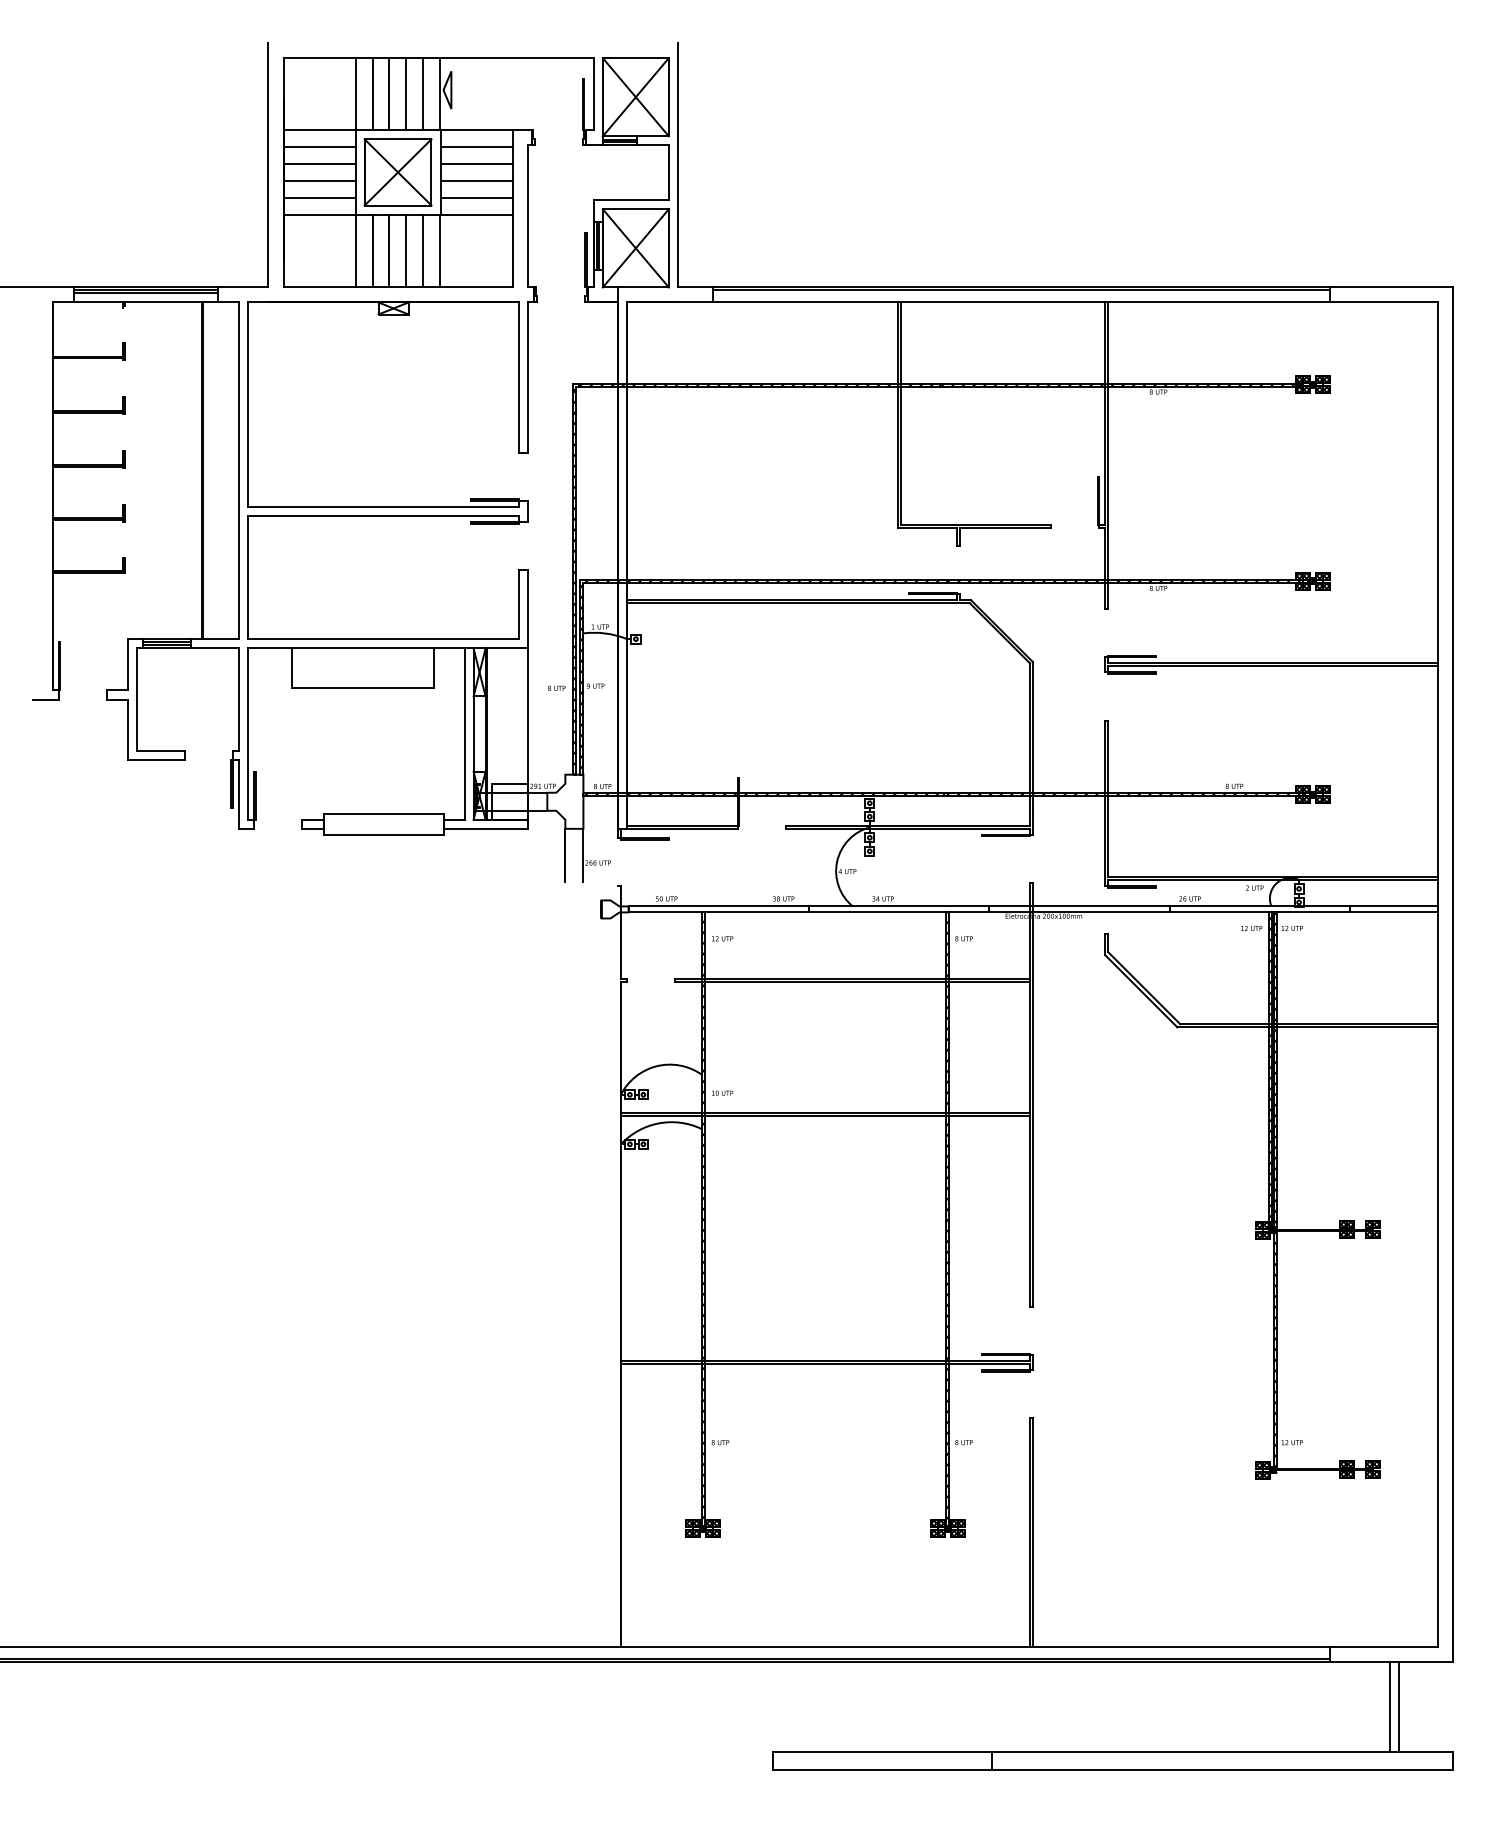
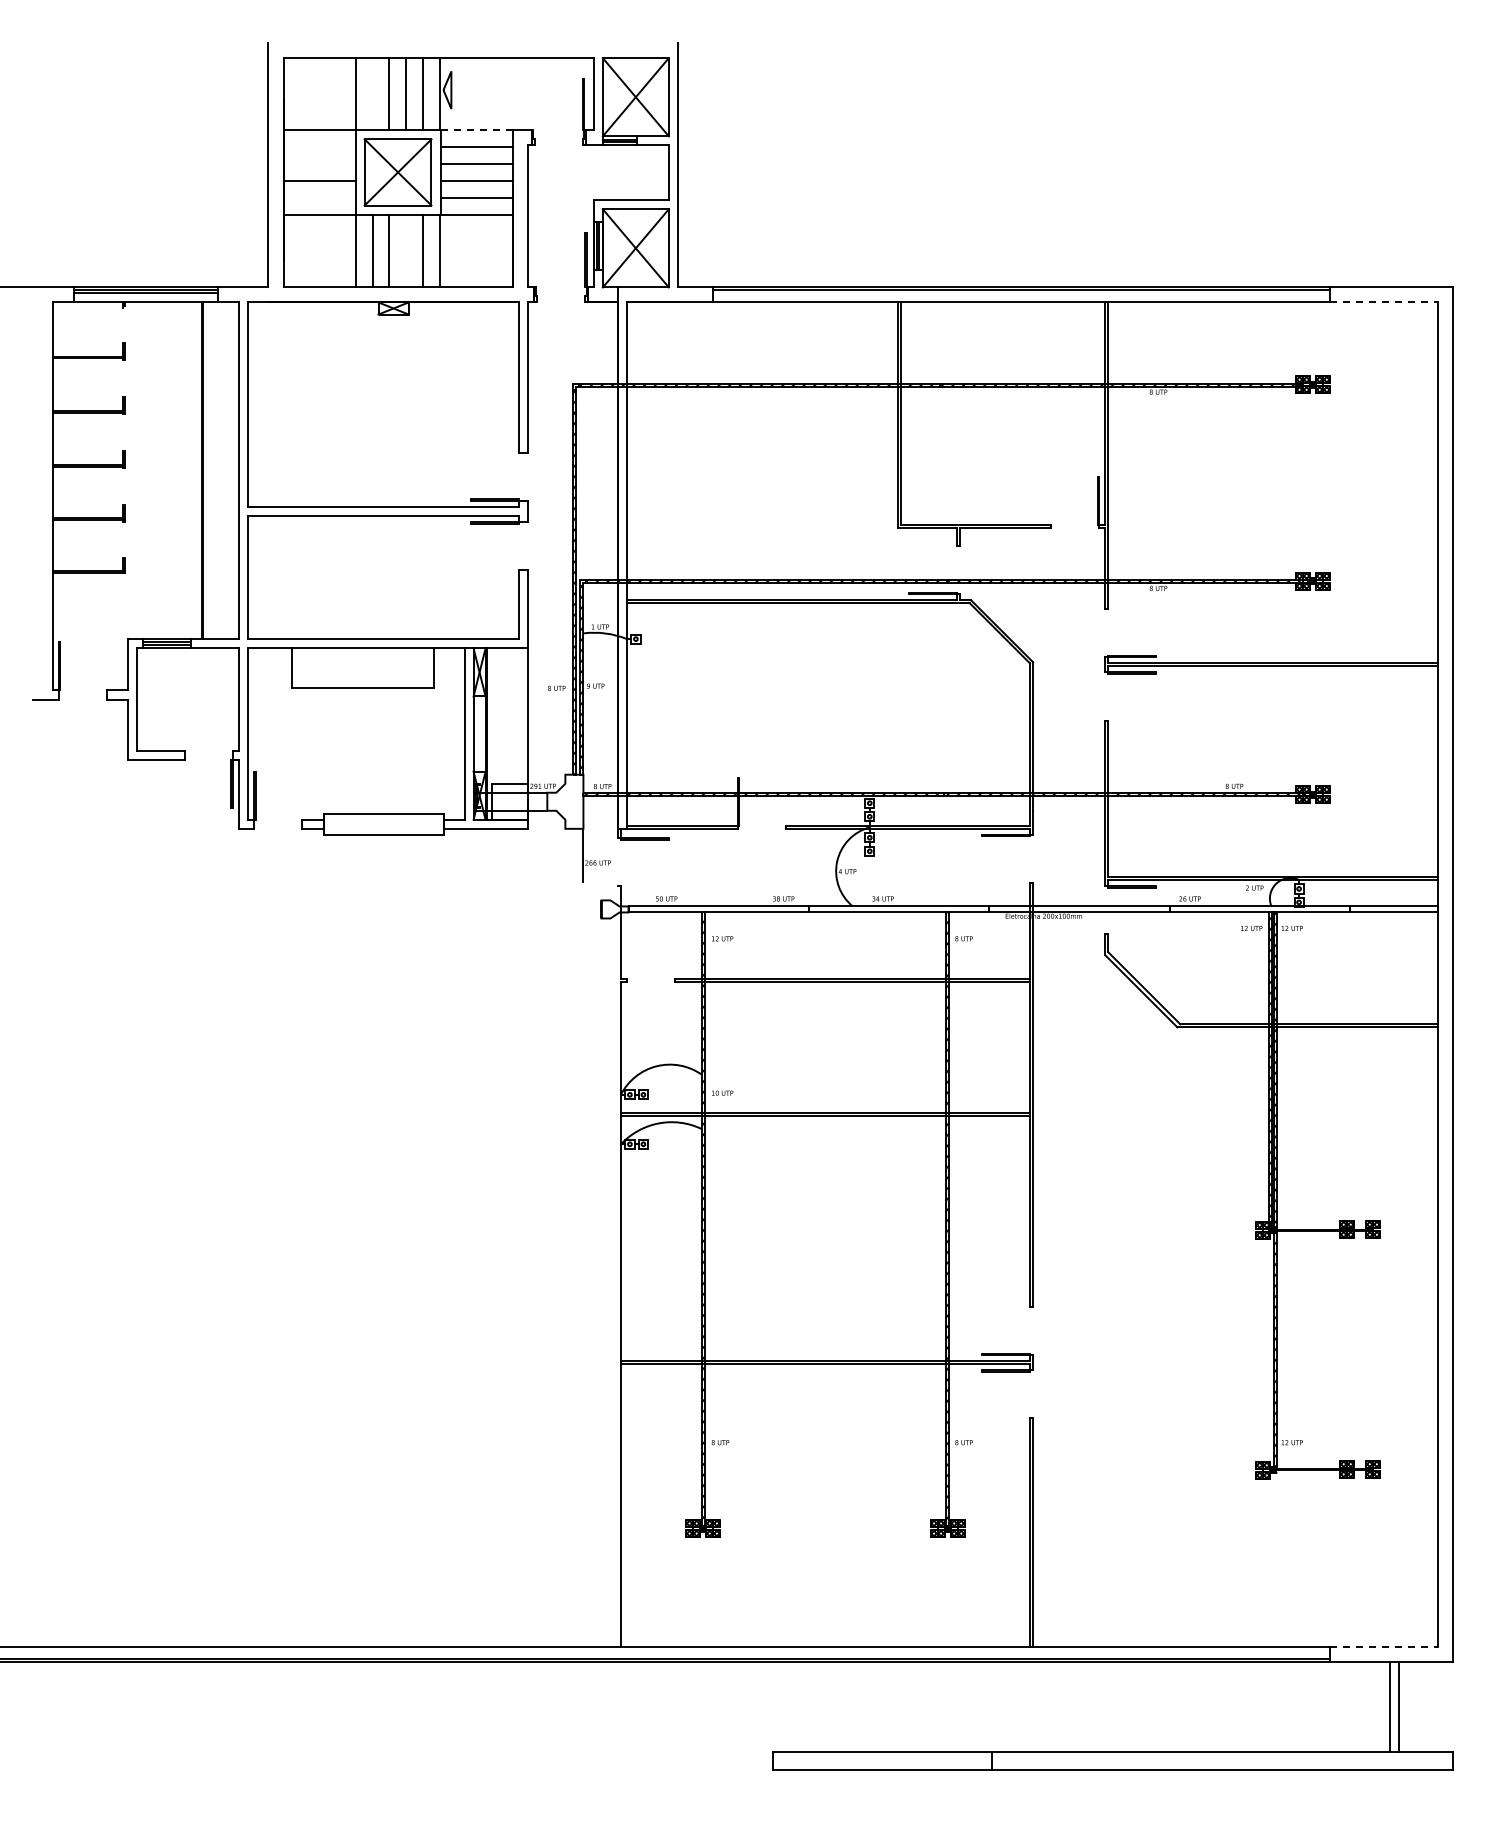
line at (372, 94): present -> none
line at (476, 130): solid -> dashed
line at (319, 147): present -> none
line at (319, 164): present -> none
line at (319, 197): present -> none
line at (406, 250): present -> none
line at (1384, 302): solid -> dashed
line at (565, 855): present -> none
line at (1384, 1646): solid -> dashed
